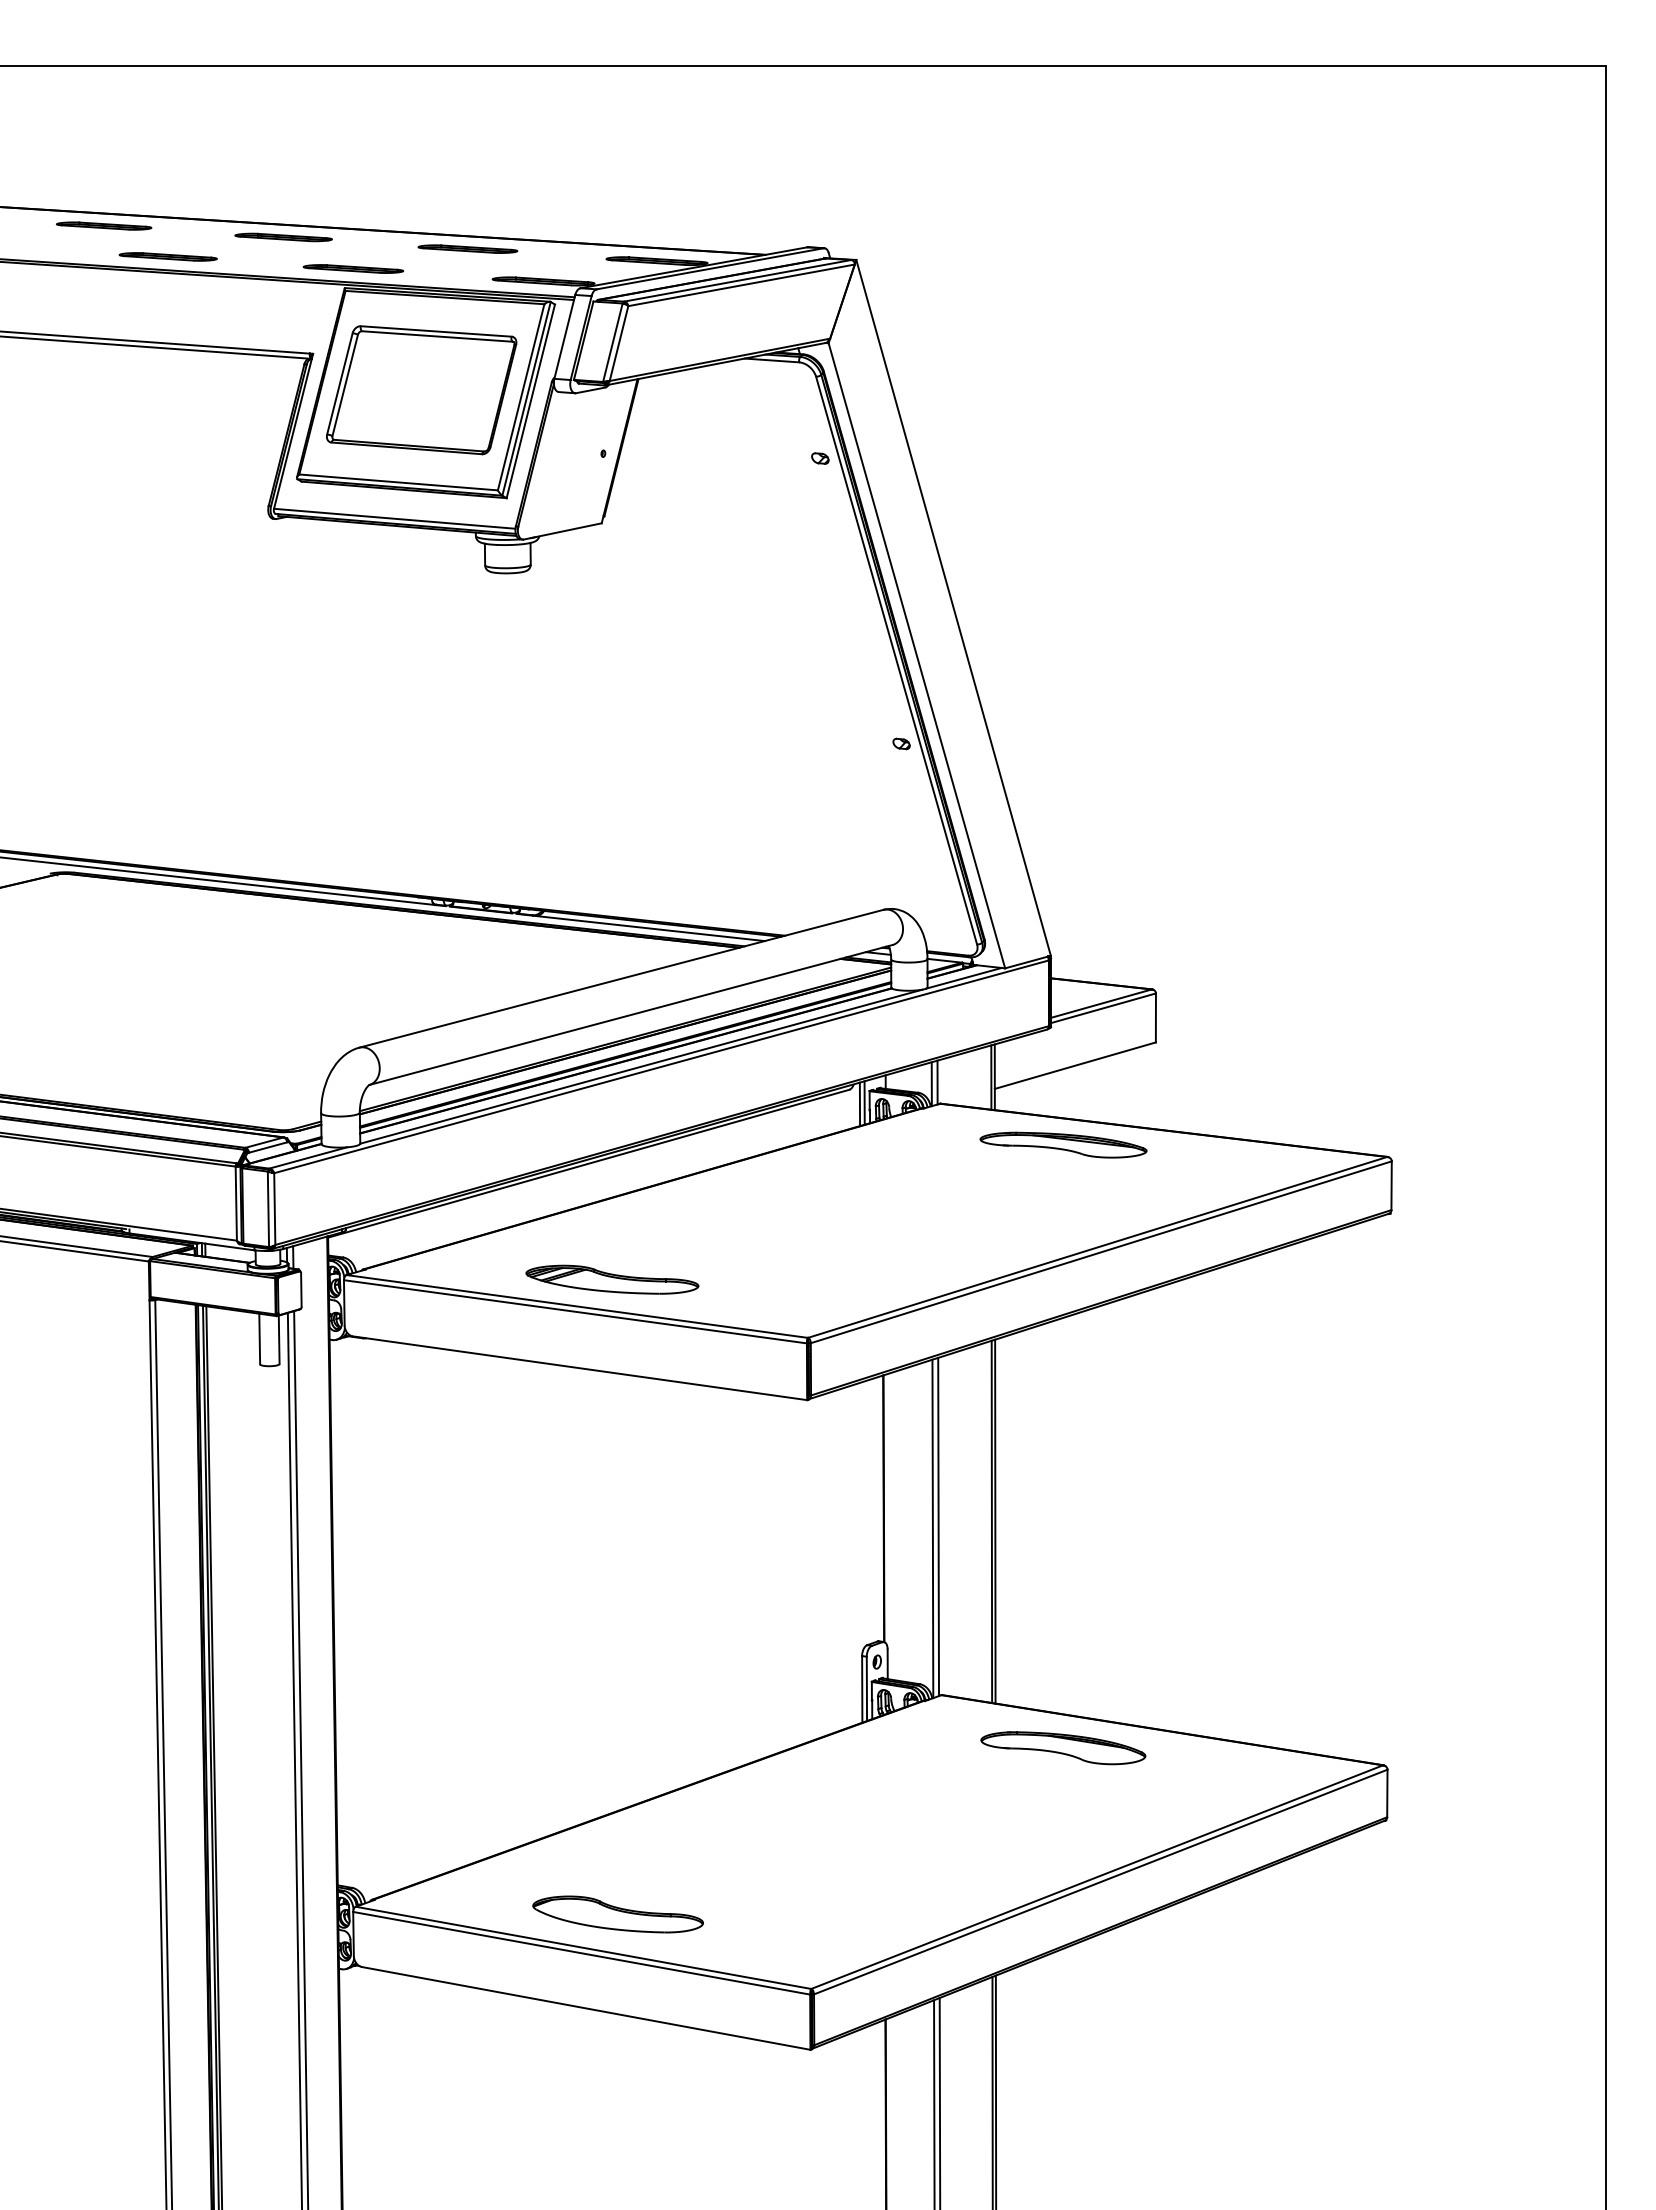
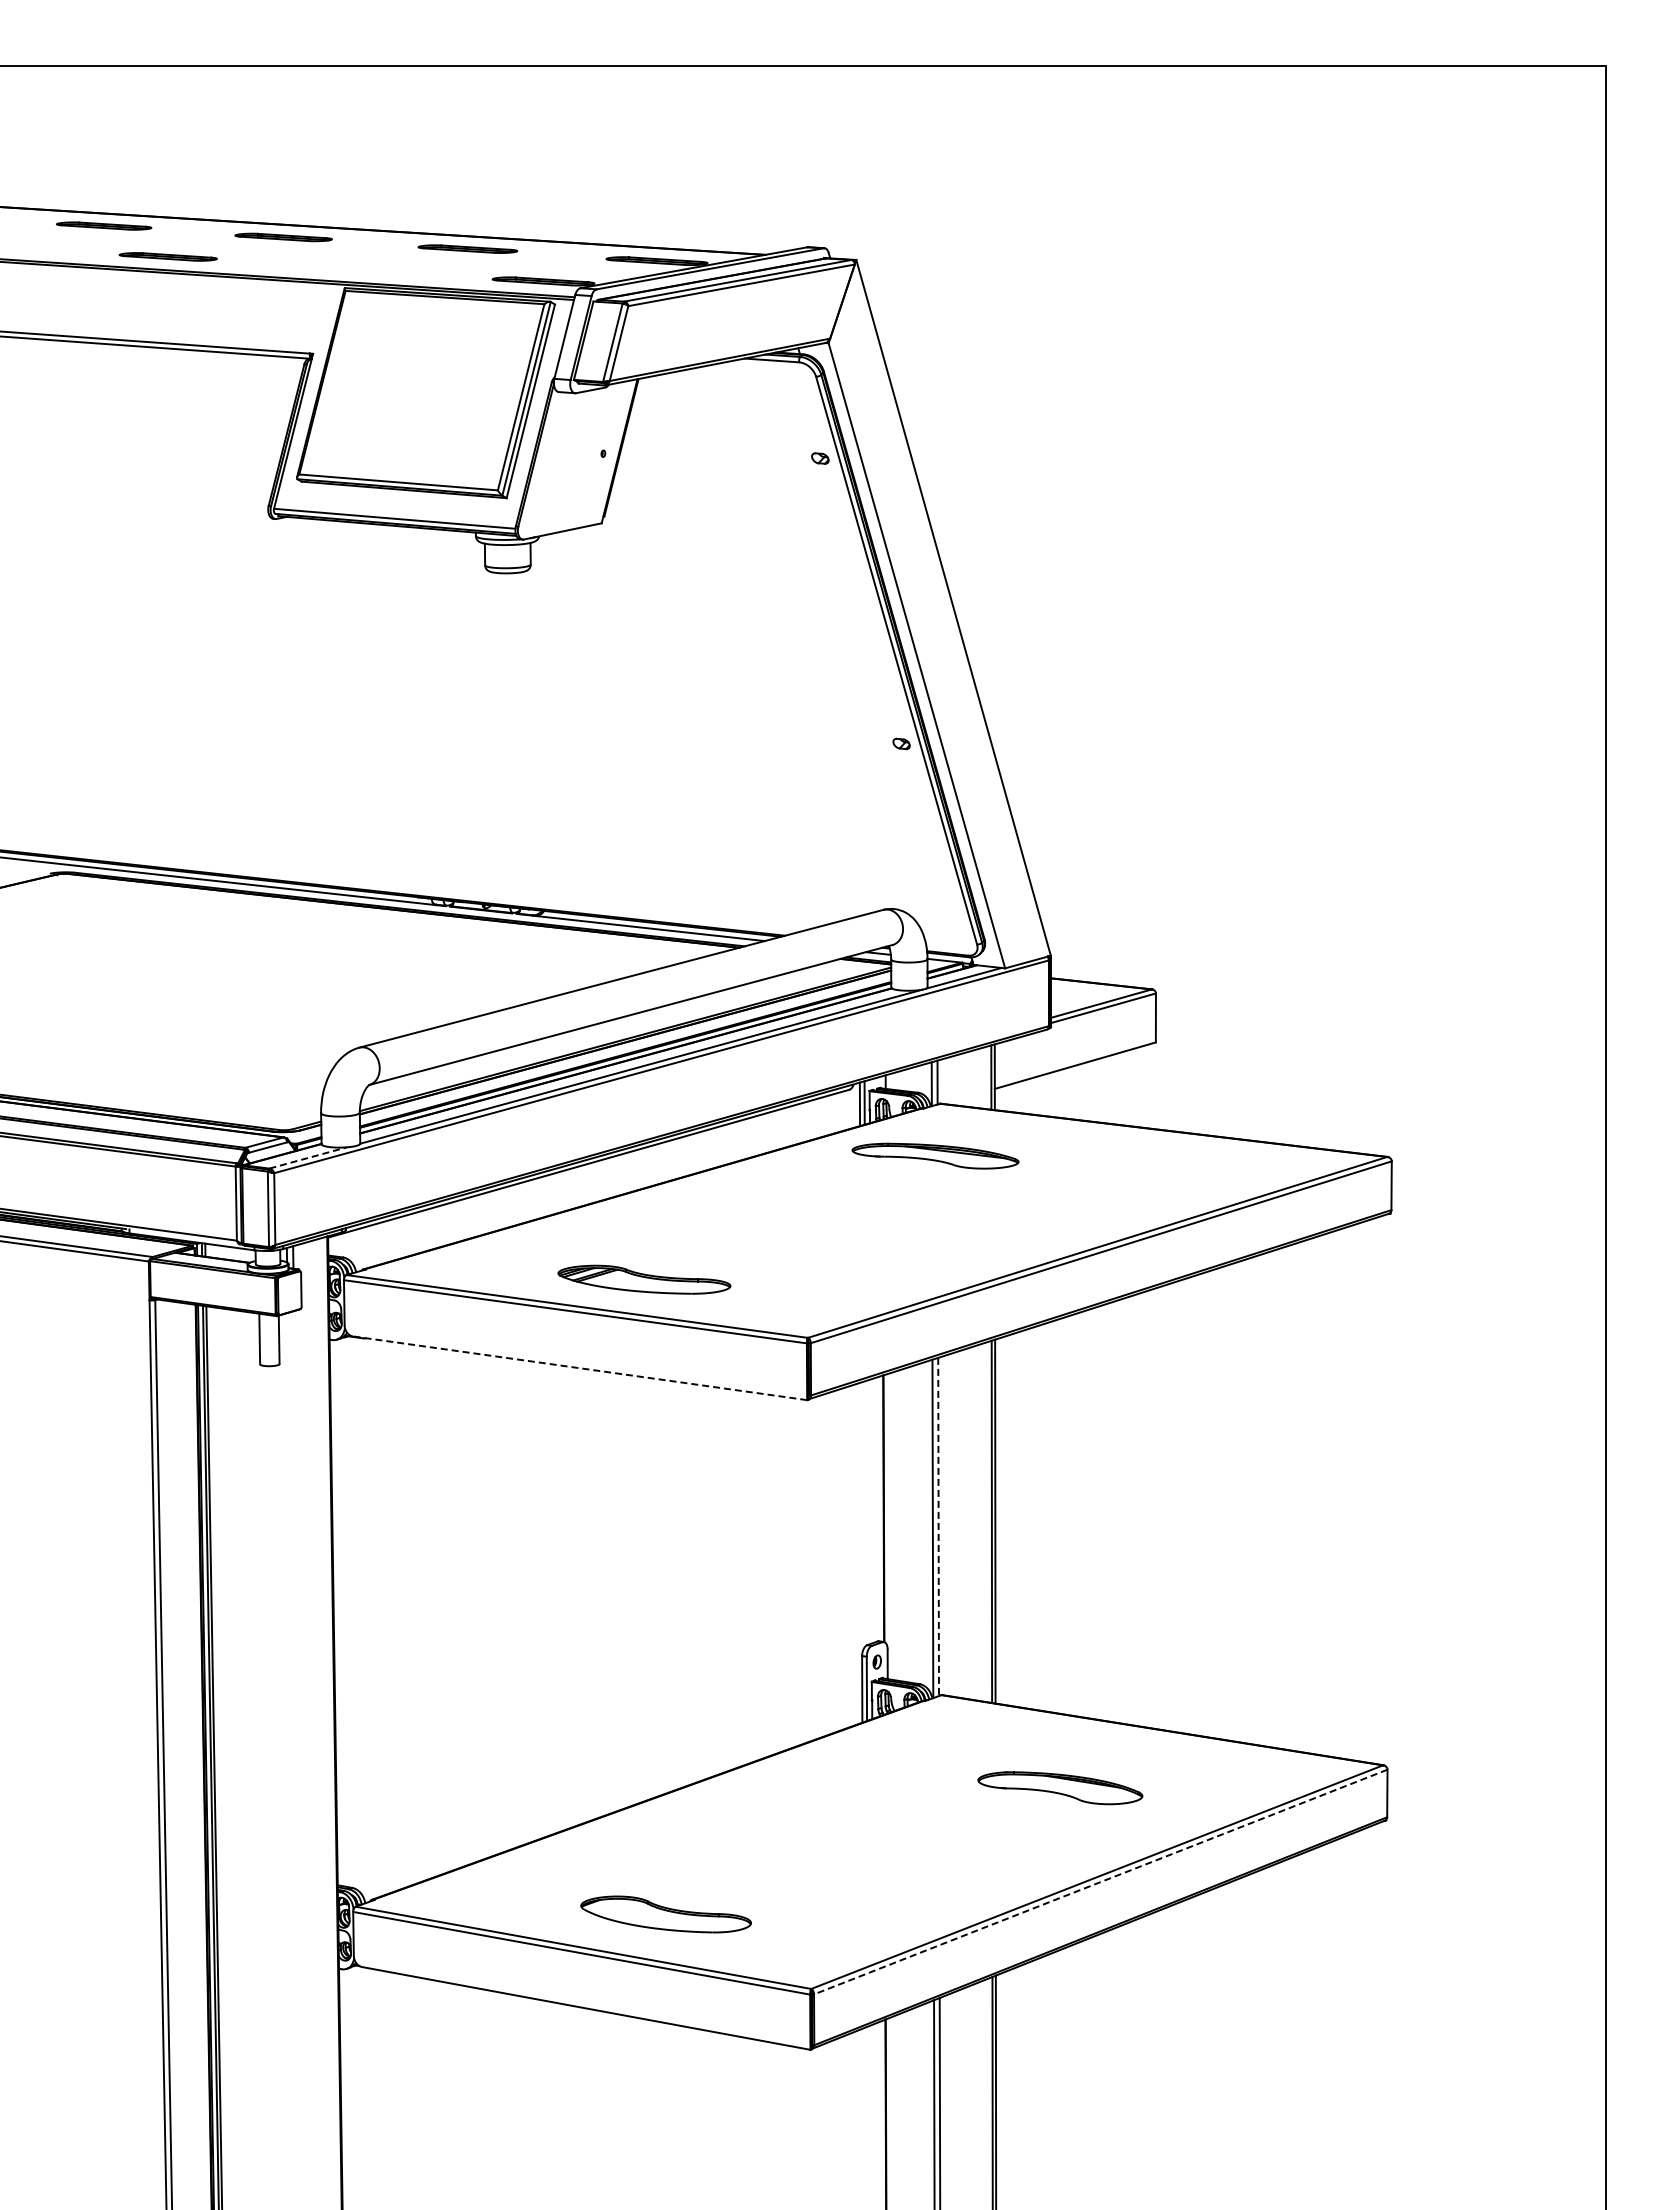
part at (352, 268): present -> none
part at (421, 390): present -> none
part at (1063, 1144) position: (1063, 1144) -> (935, 1155)
line at (308, 1157): solid -> dashed
part at (612, 1279) position: (612, 1279) -> (644, 1279)
line at (579, 1368): solid -> dashed
line at (938, 1527): solid -> dashed
part at (1063, 1748) position: (1063, 1748) -> (1060, 1788)
line at (301, 1758): present -> none
line at (294, 1759): present -> none
line at (1100, 1882): solid -> dashed
part at (617, 1914) position: (617, 1914) -> (665, 1914)
